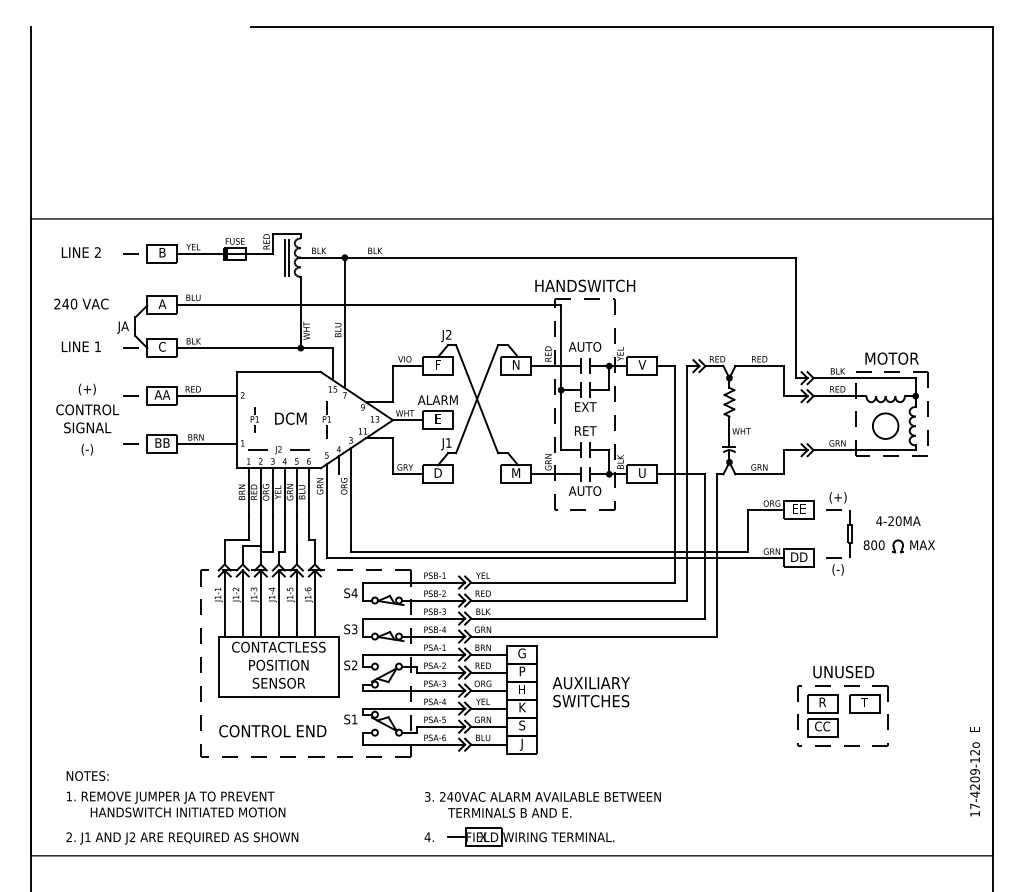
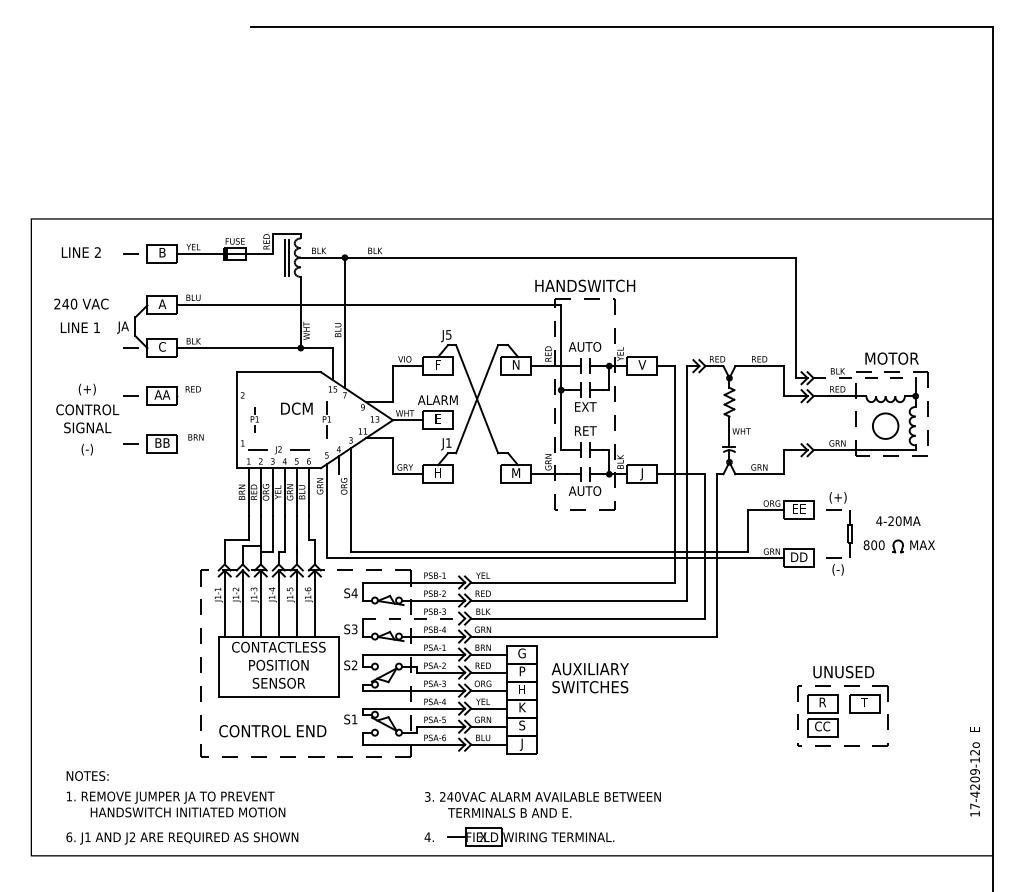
text at (448, 334): J2 -> J5
text at (80, 346) position: (80, 346) -> (79, 327)
line at (865, 378): solid -> dashed
line at (206, 396): present -> none
text at (290, 418) position: (290, 418) -> (296, 408)
line at (206, 444): present -> none
line at (31, 457): present -> none
text at (437, 472): D -> H
text at (642, 474): U -> J
line at (414, 618): solid -> dashed
text at (590, 692) position: (590, 692) -> (589, 678)
text at (69, 837): 2. -> 6.
